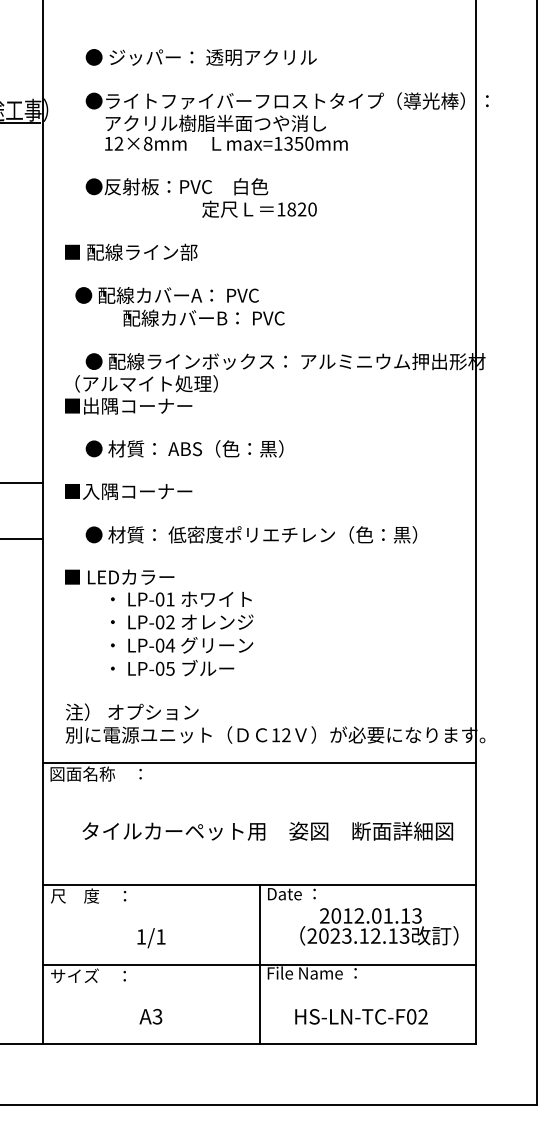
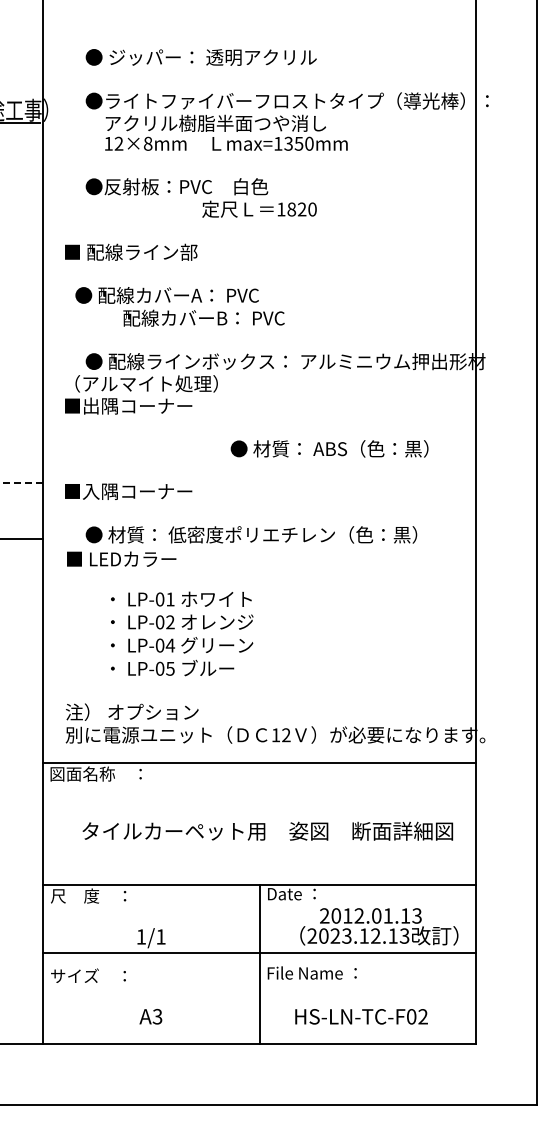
text at (184, 448) position: (184, 448) -> (329, 448)
line at (21, 482): solid -> dashed
text at (119, 576) position: (119, 576) -> (121, 558)
line at (259, 964) position: (259, 964) -> (259, 952)
